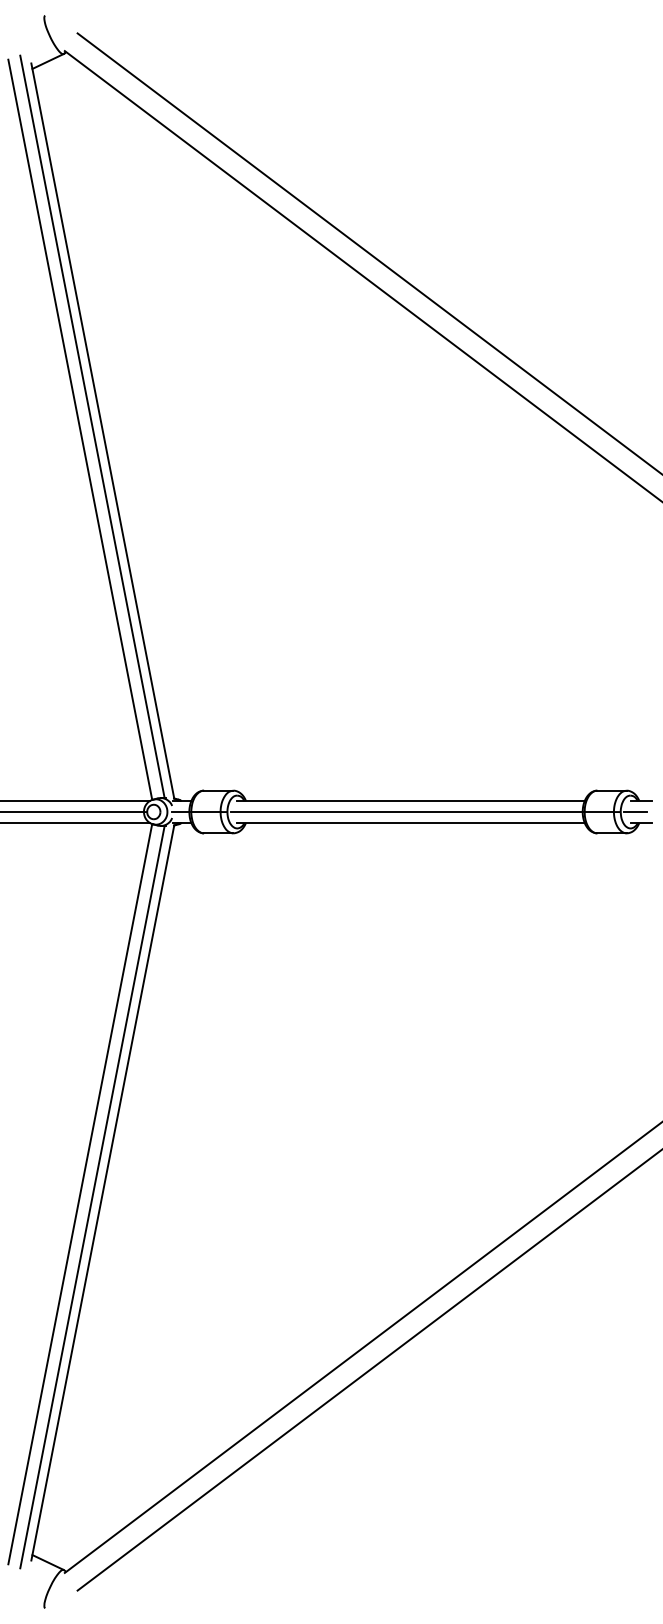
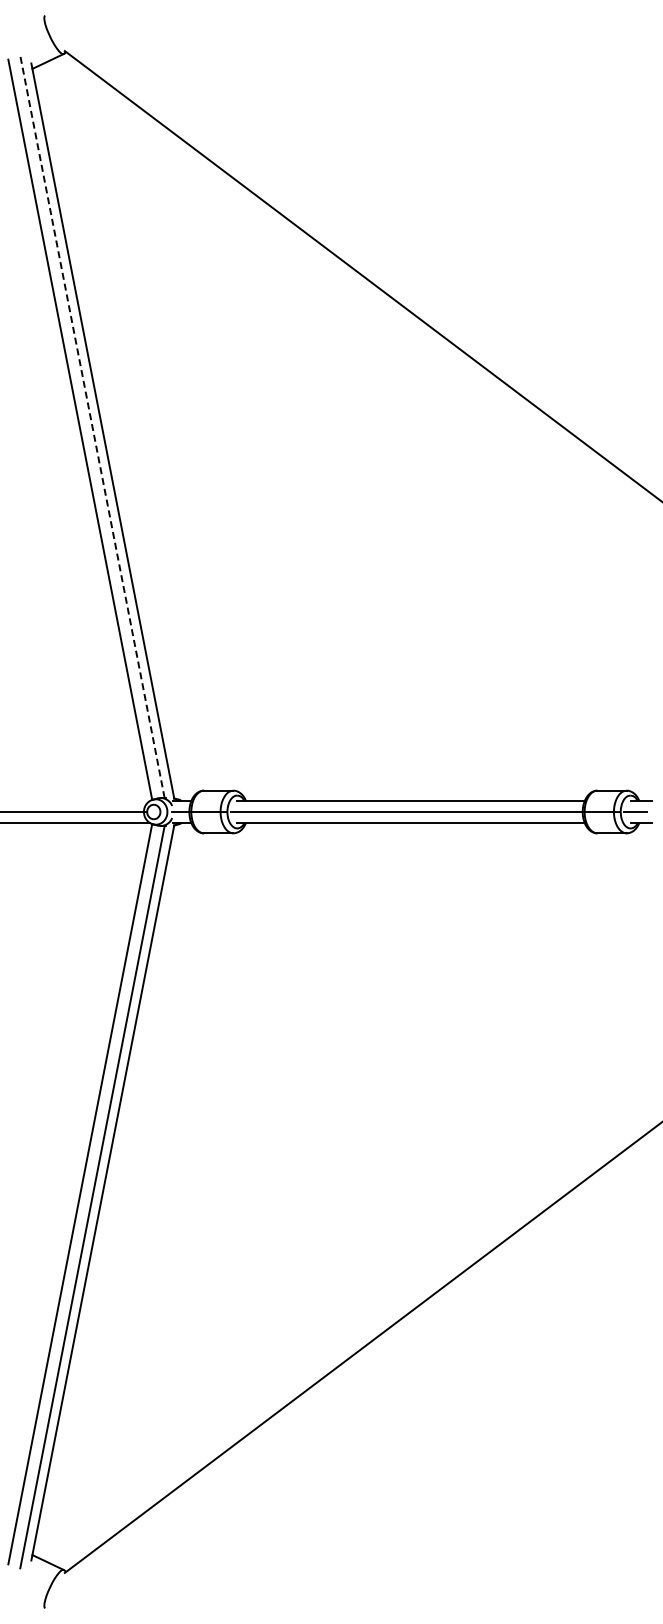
line at (368, 252): present -> none
line at (92, 426): solid -> dashed
line at (75, 801): present -> none
line at (368, 1370): present -> none
